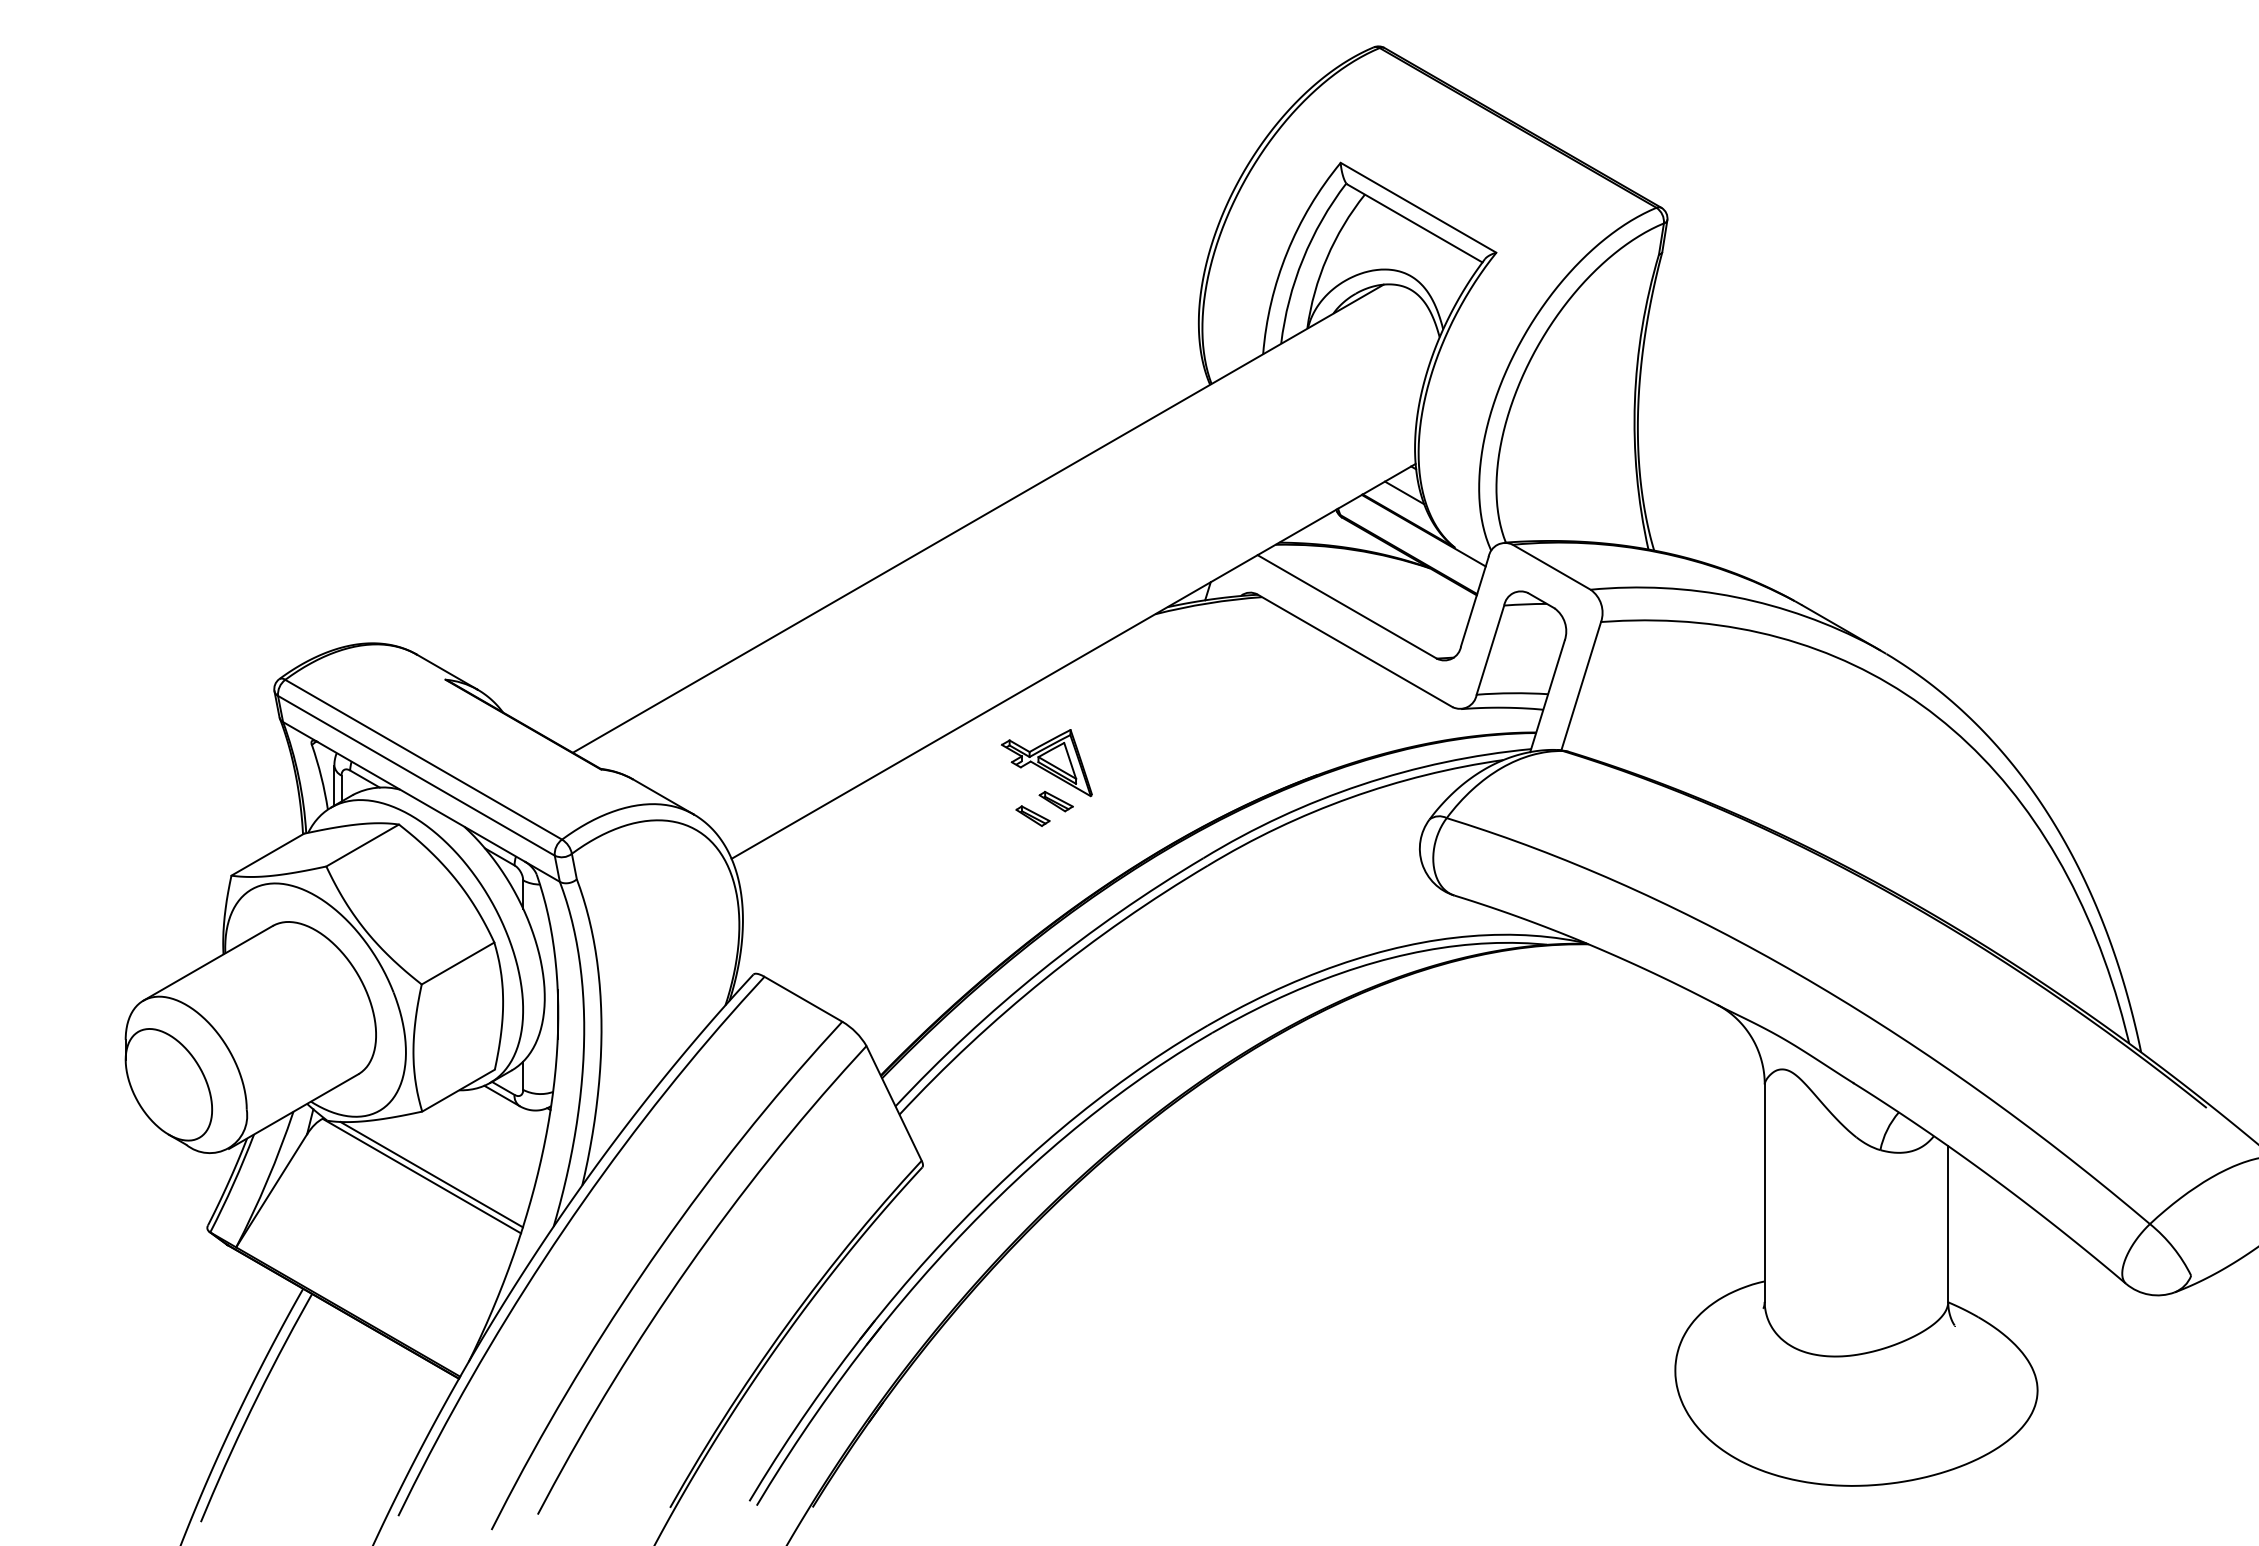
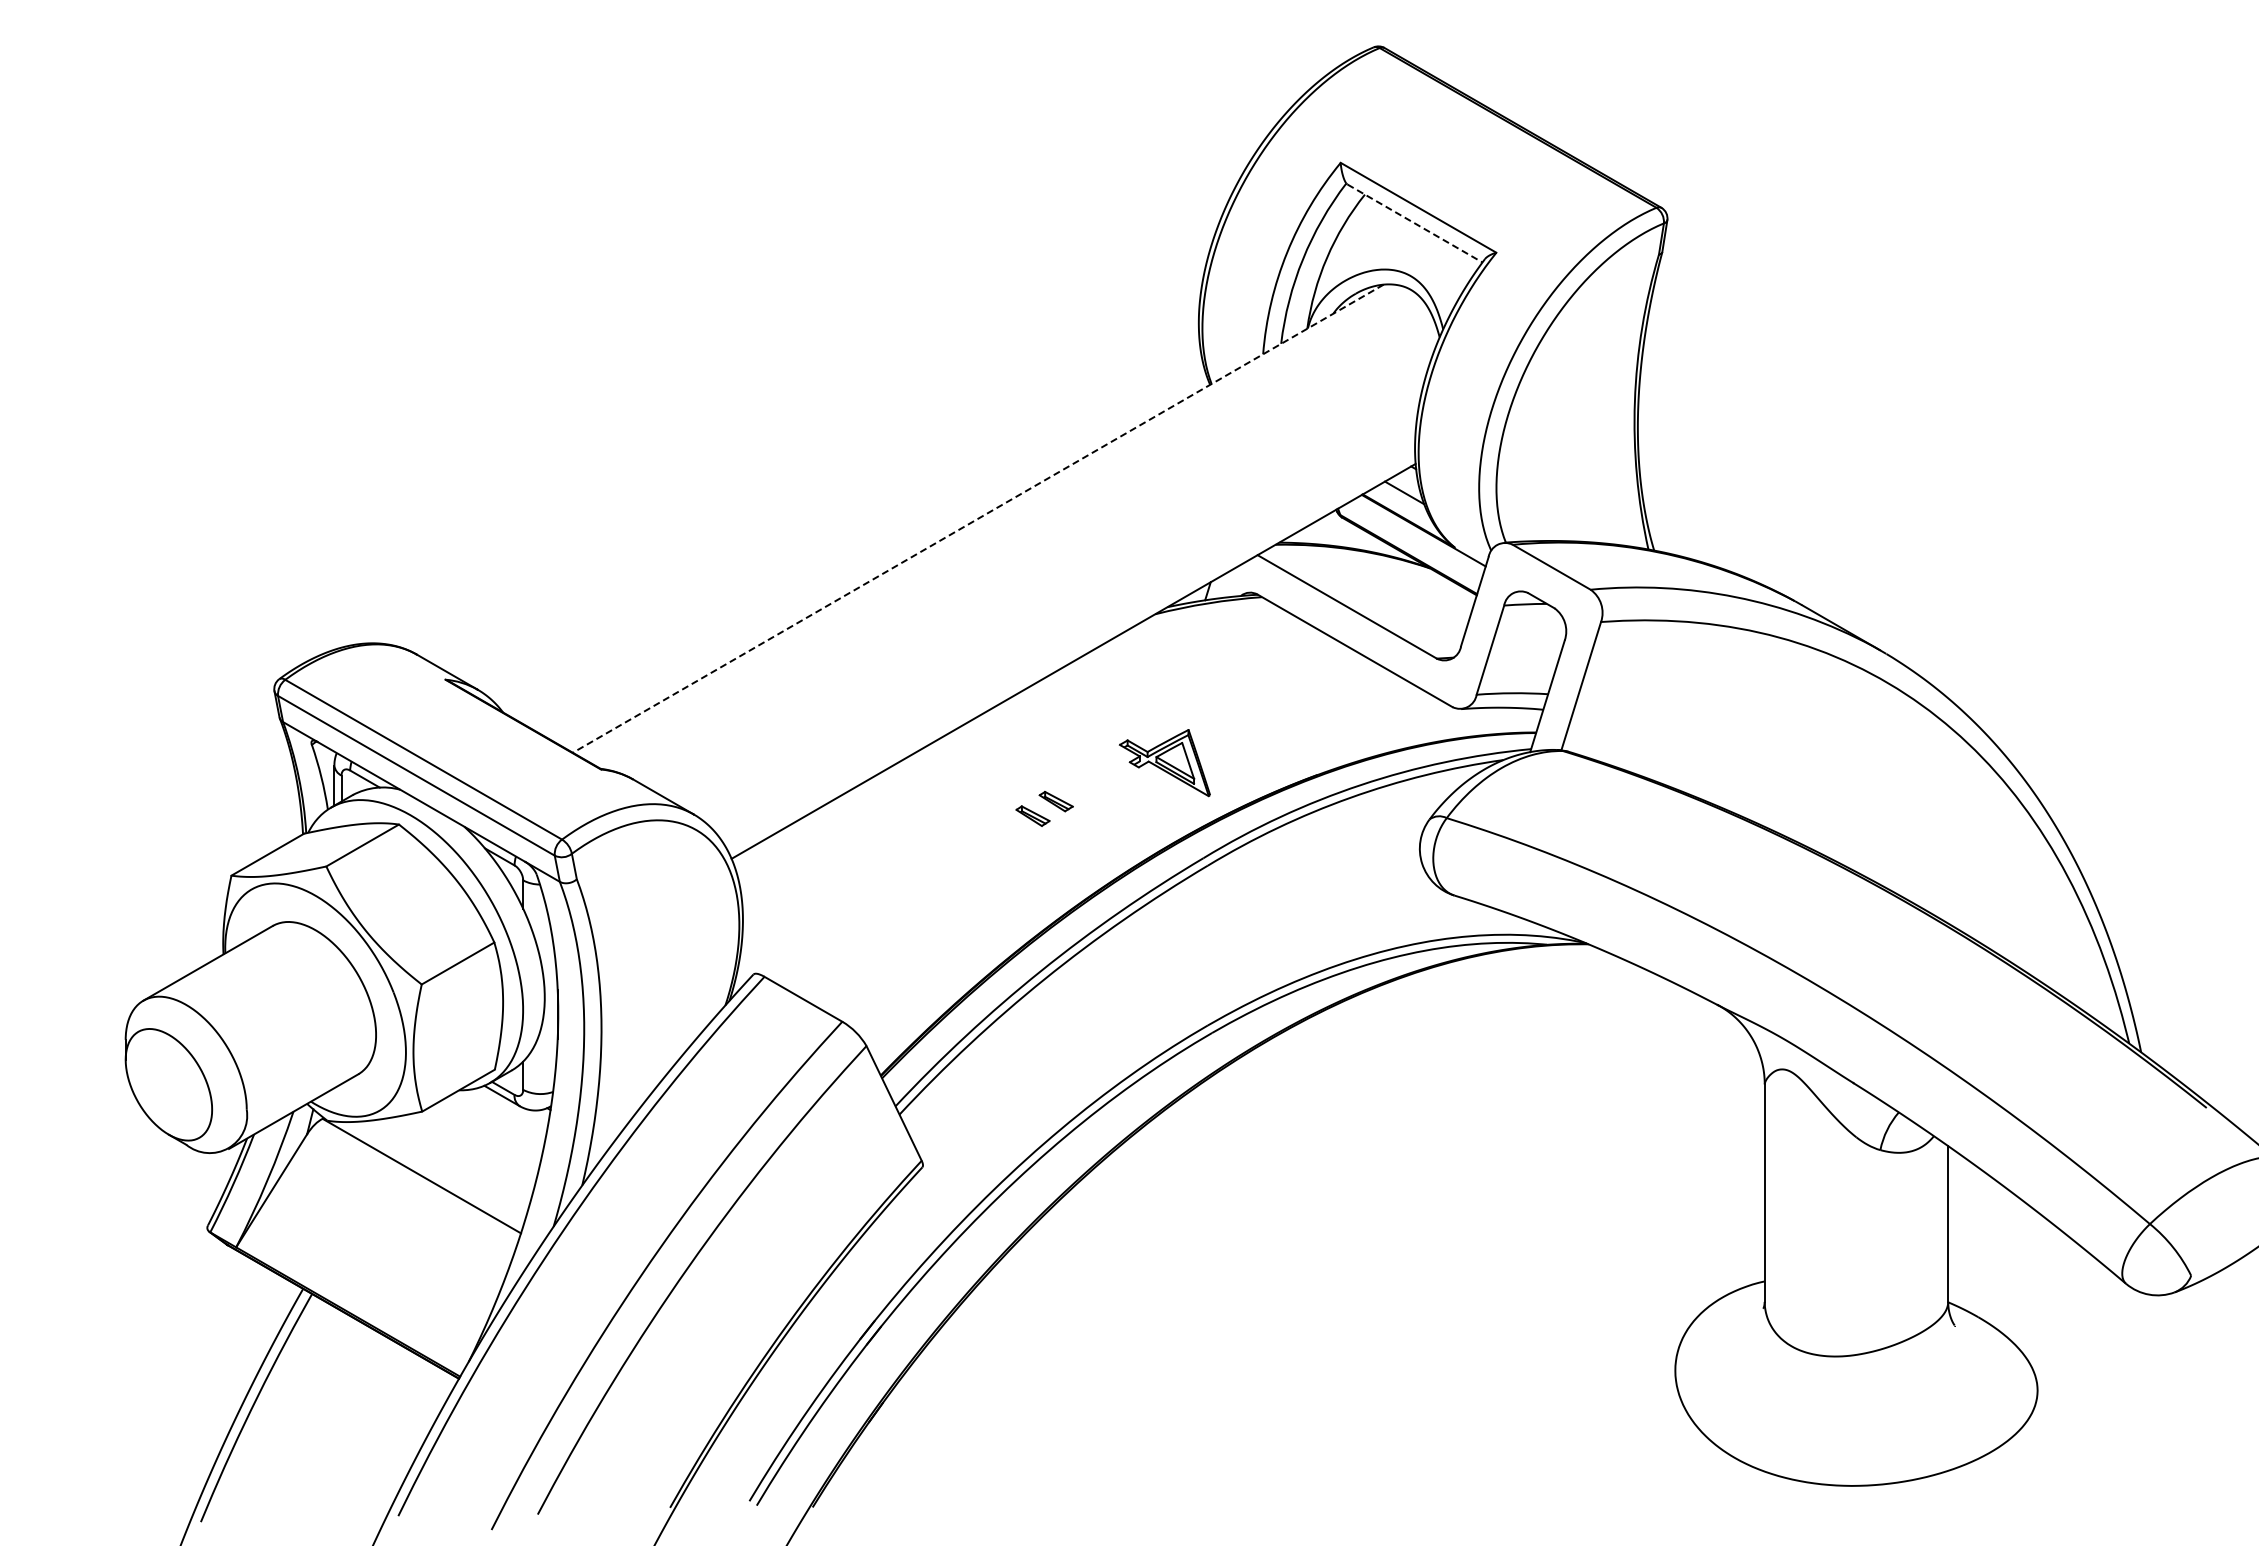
line at (1415, 223): solid -> dashed
line at (977, 518): solid -> dashed
part at (1046, 763) position: (1046, 763) -> (1164, 763)
line at (431, 1174): present -> none
